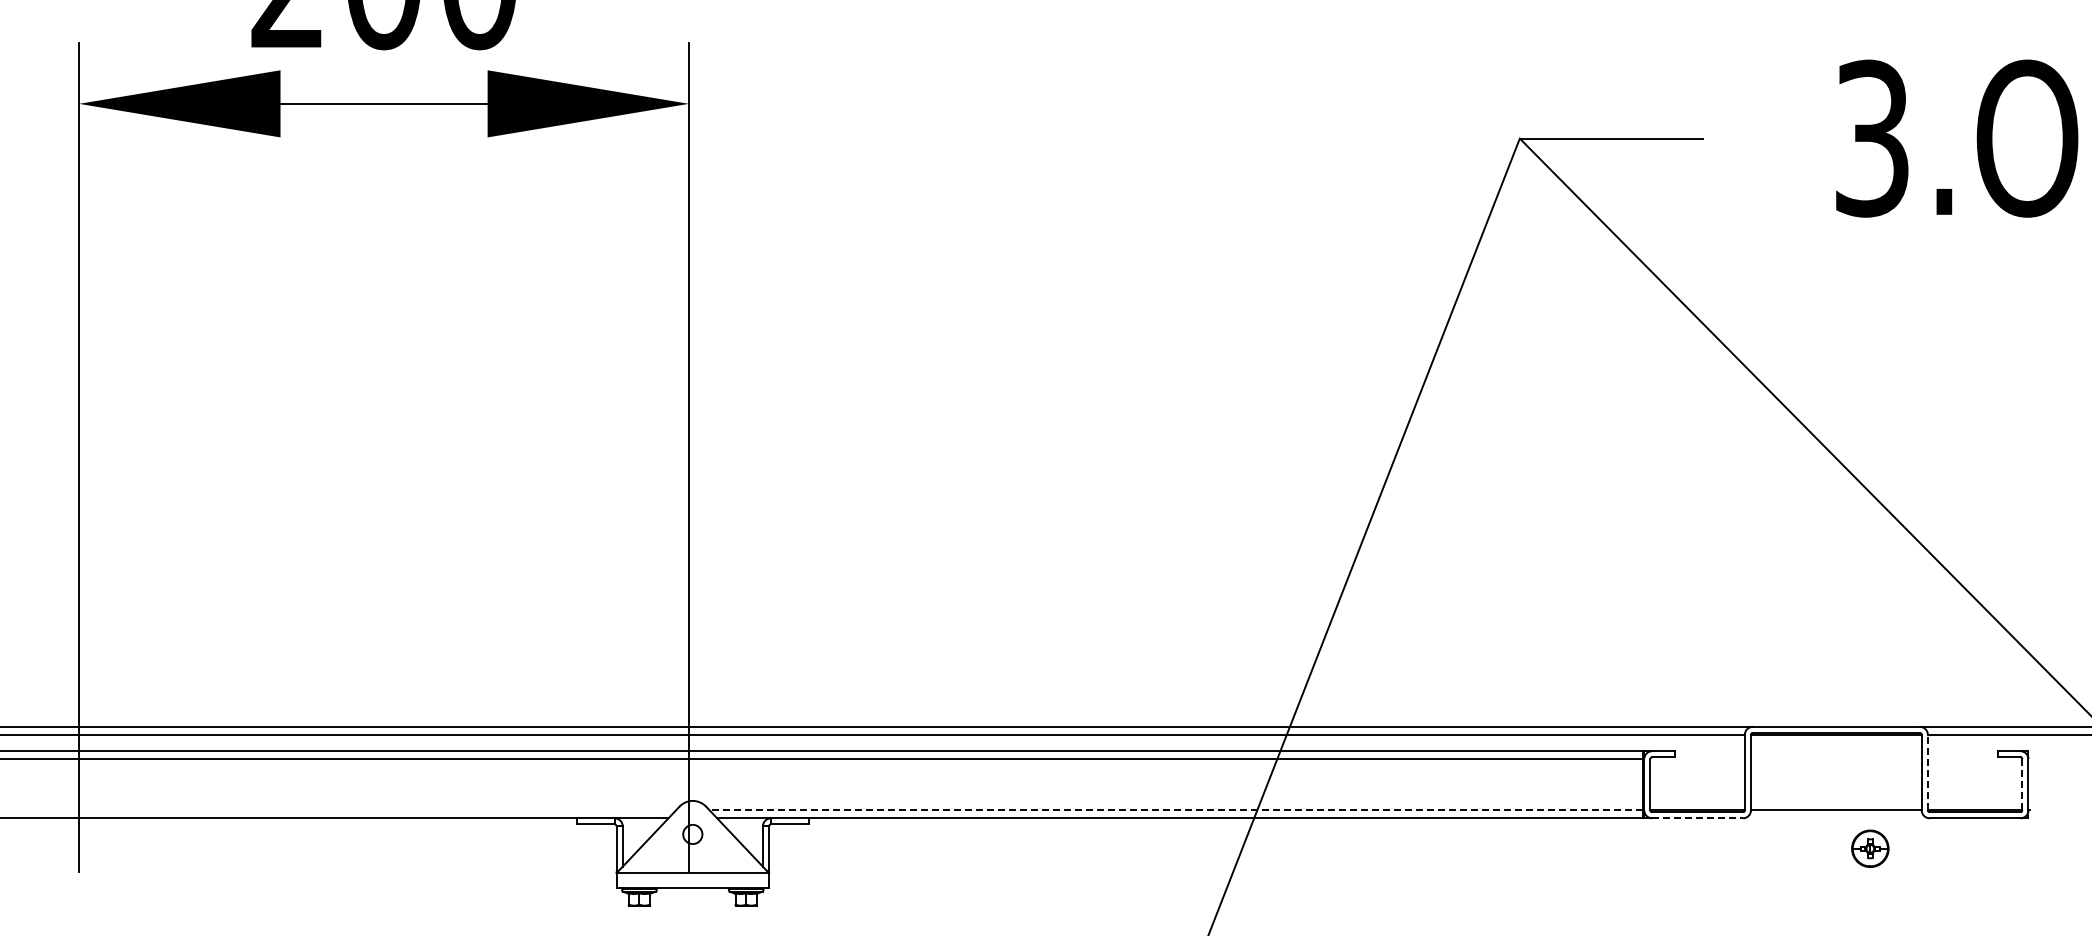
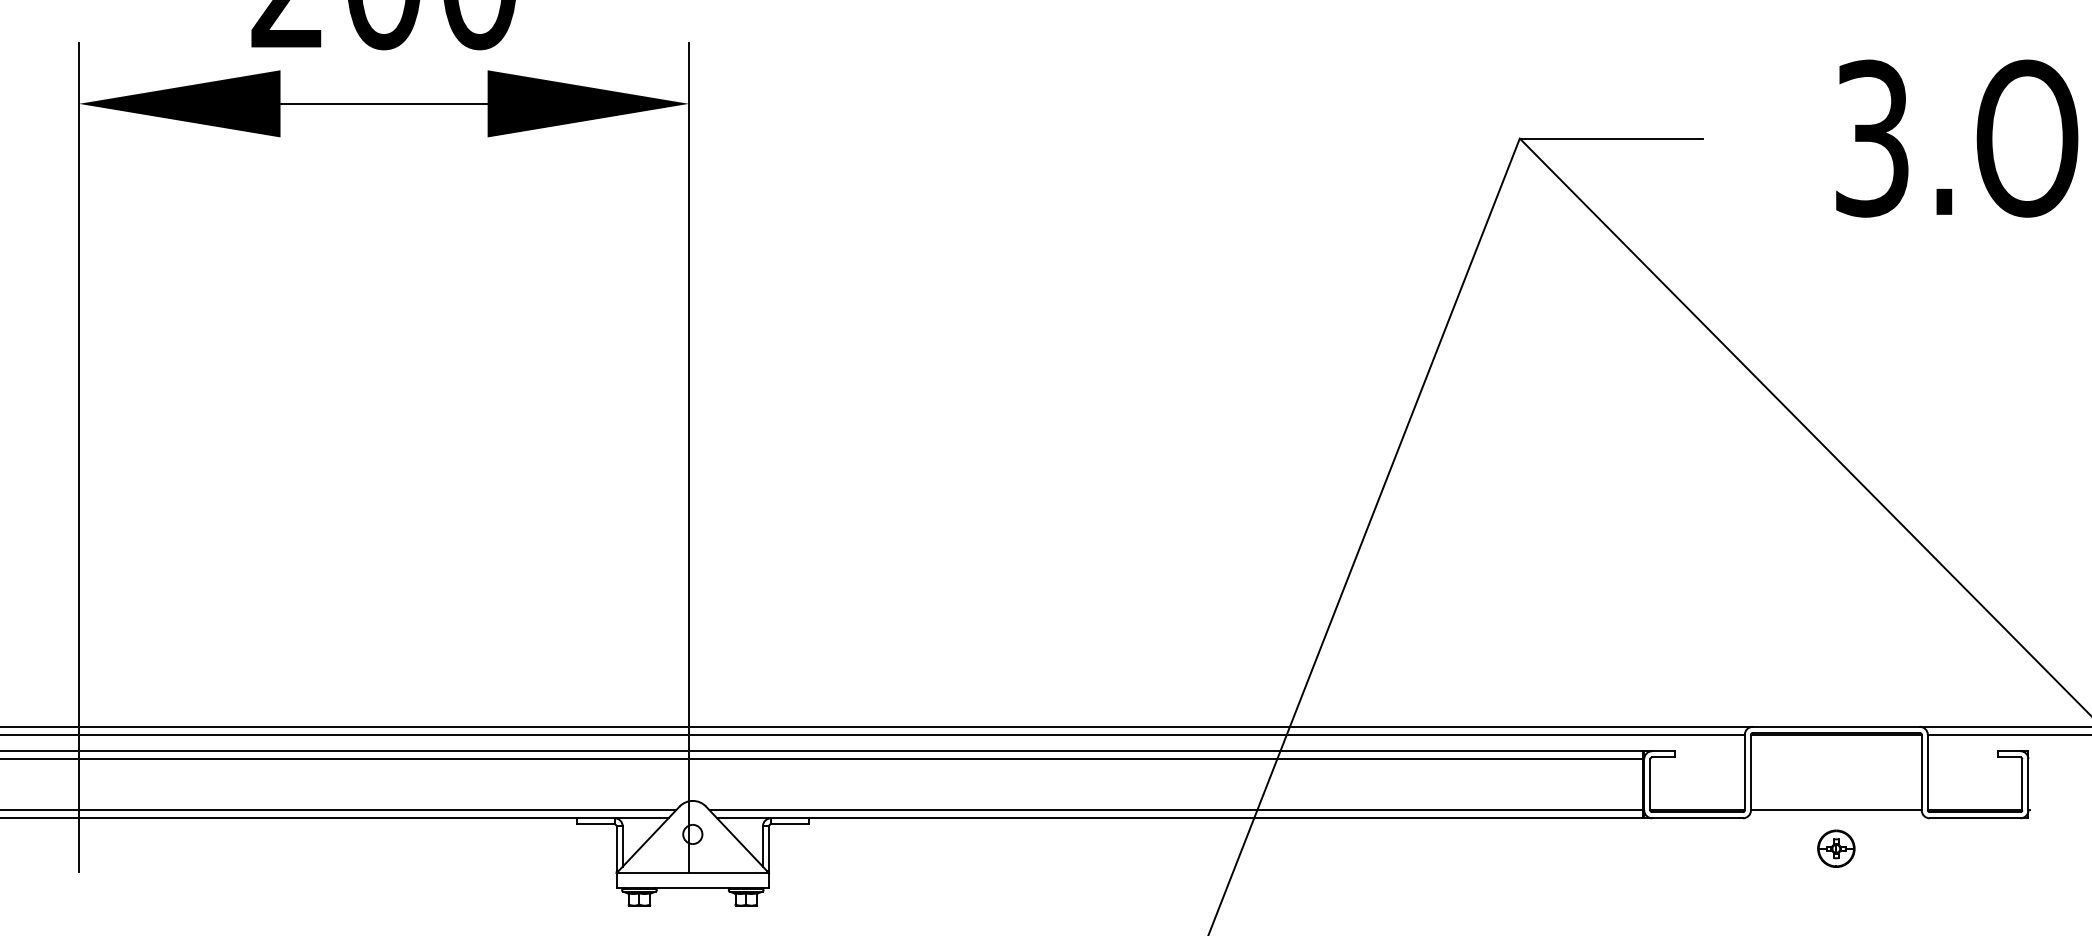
line at (1927, 772): dashed -> solid
line at (2022, 784): dashed -> solid
line at (339, 810): none -> present
line at (1176, 810): dashed -> solid
line at (1698, 818): dashed -> solid
part at (1870, 848) position: (1870, 848) -> (1836, 848)
